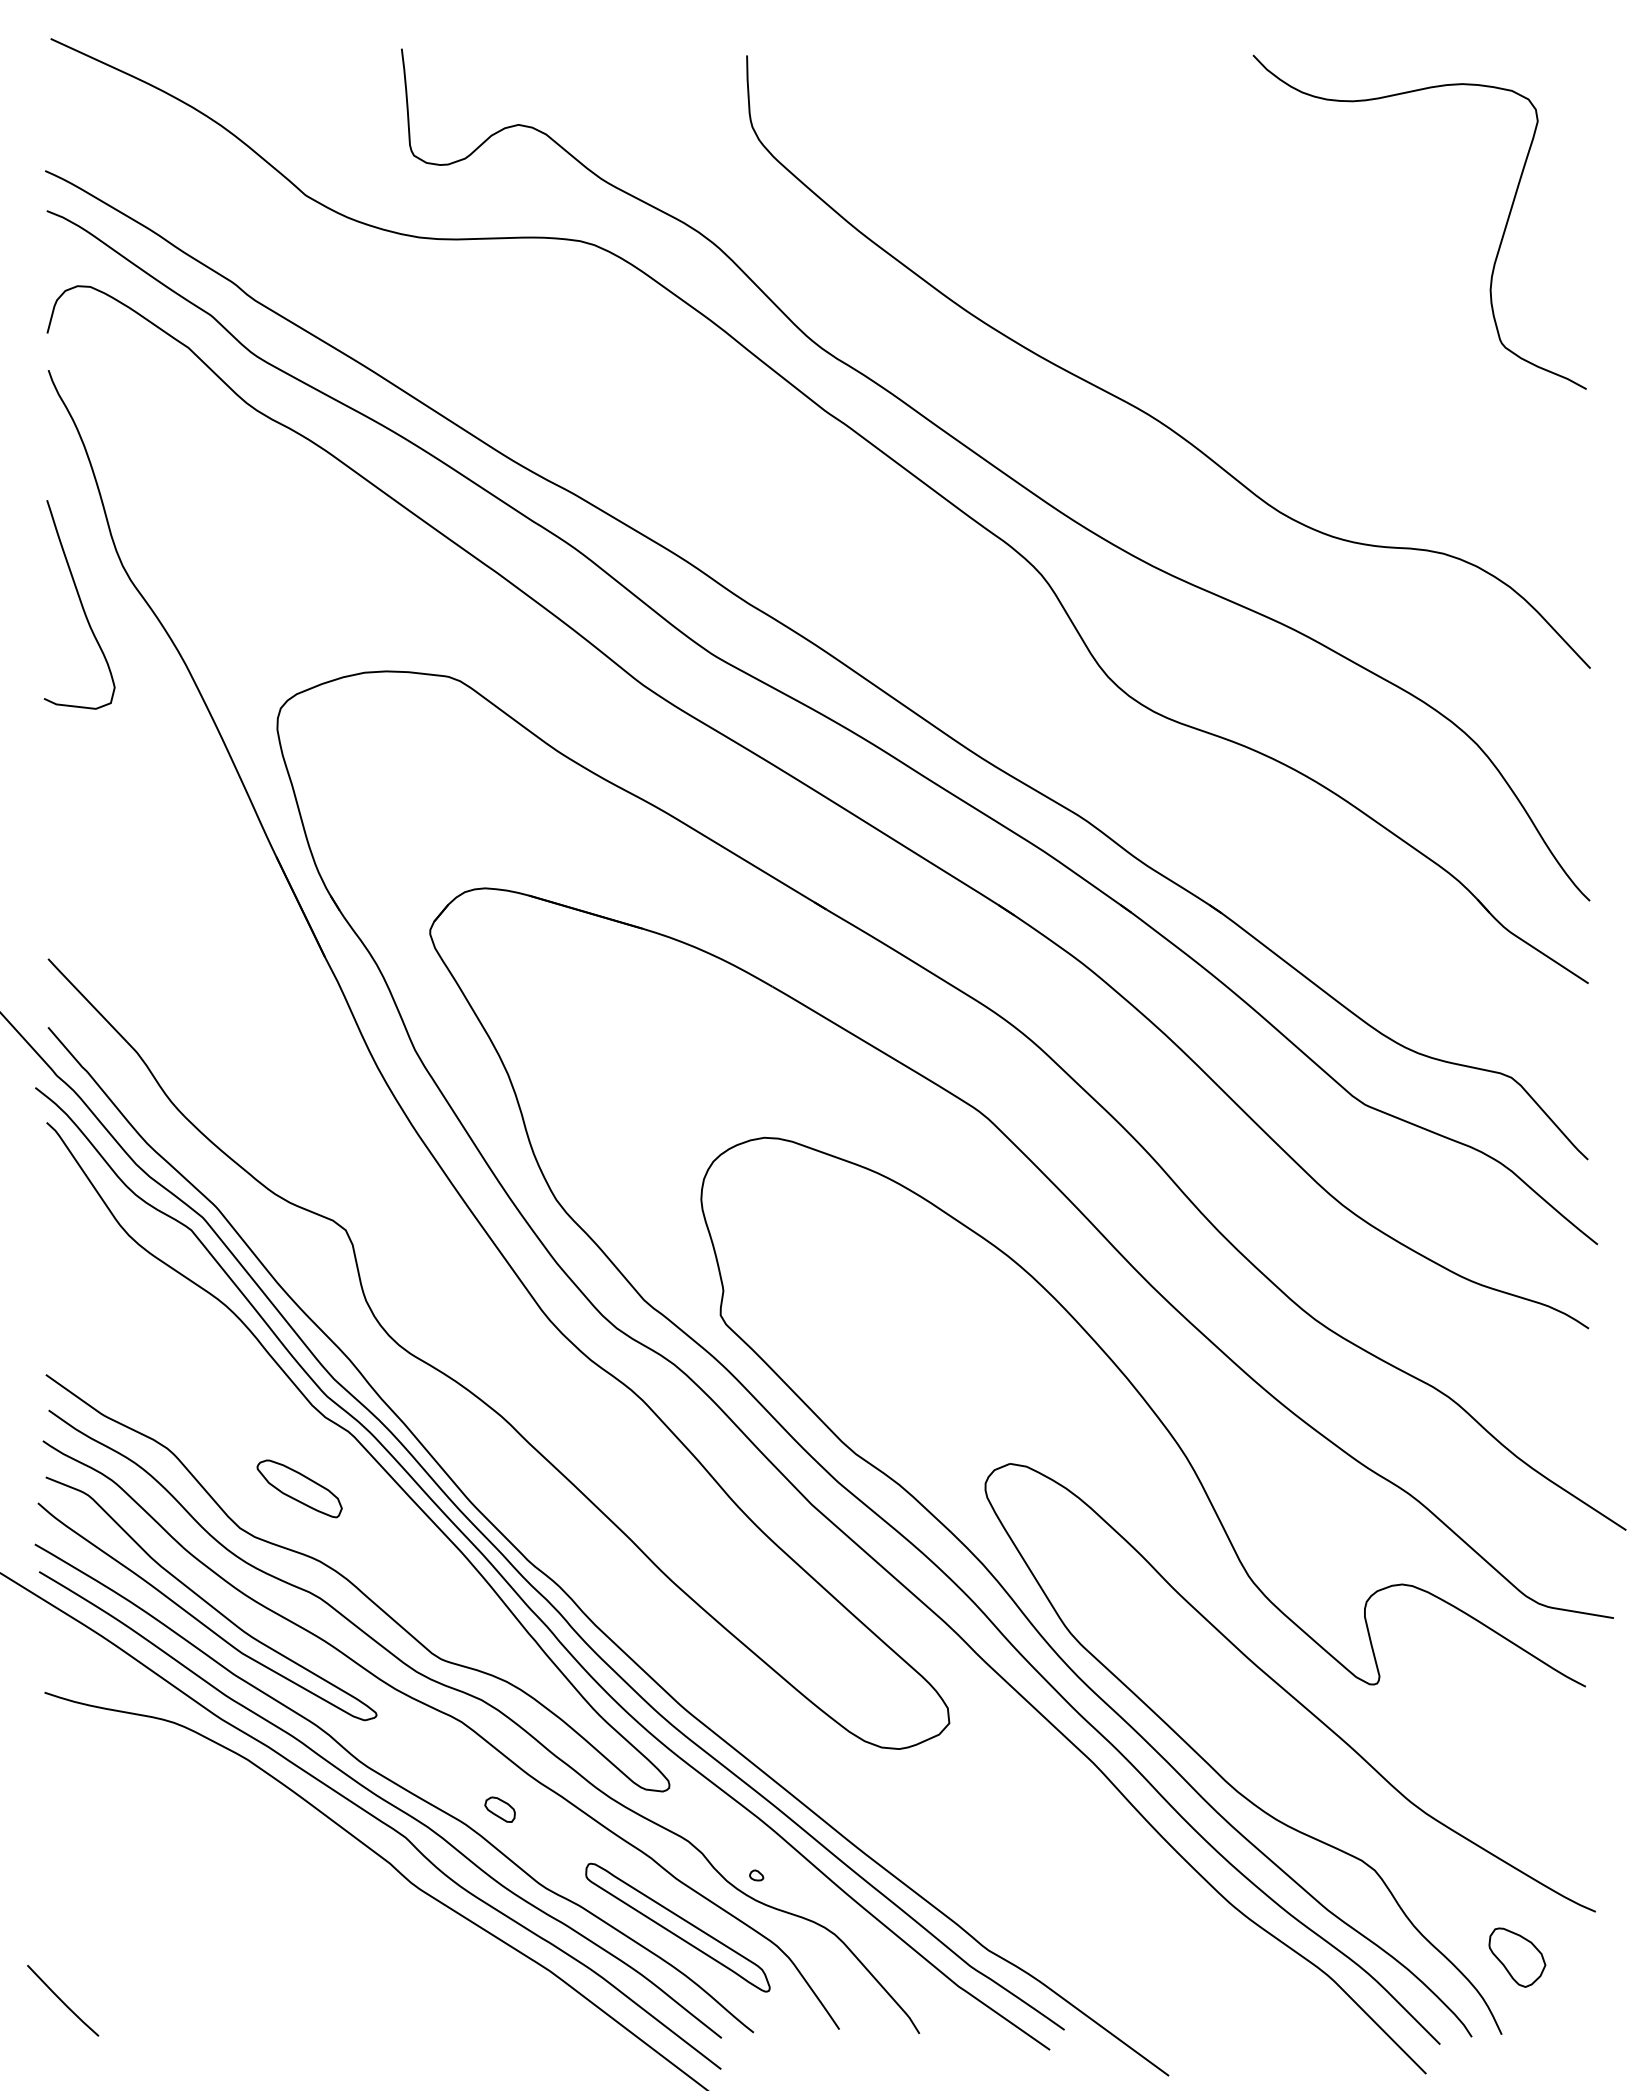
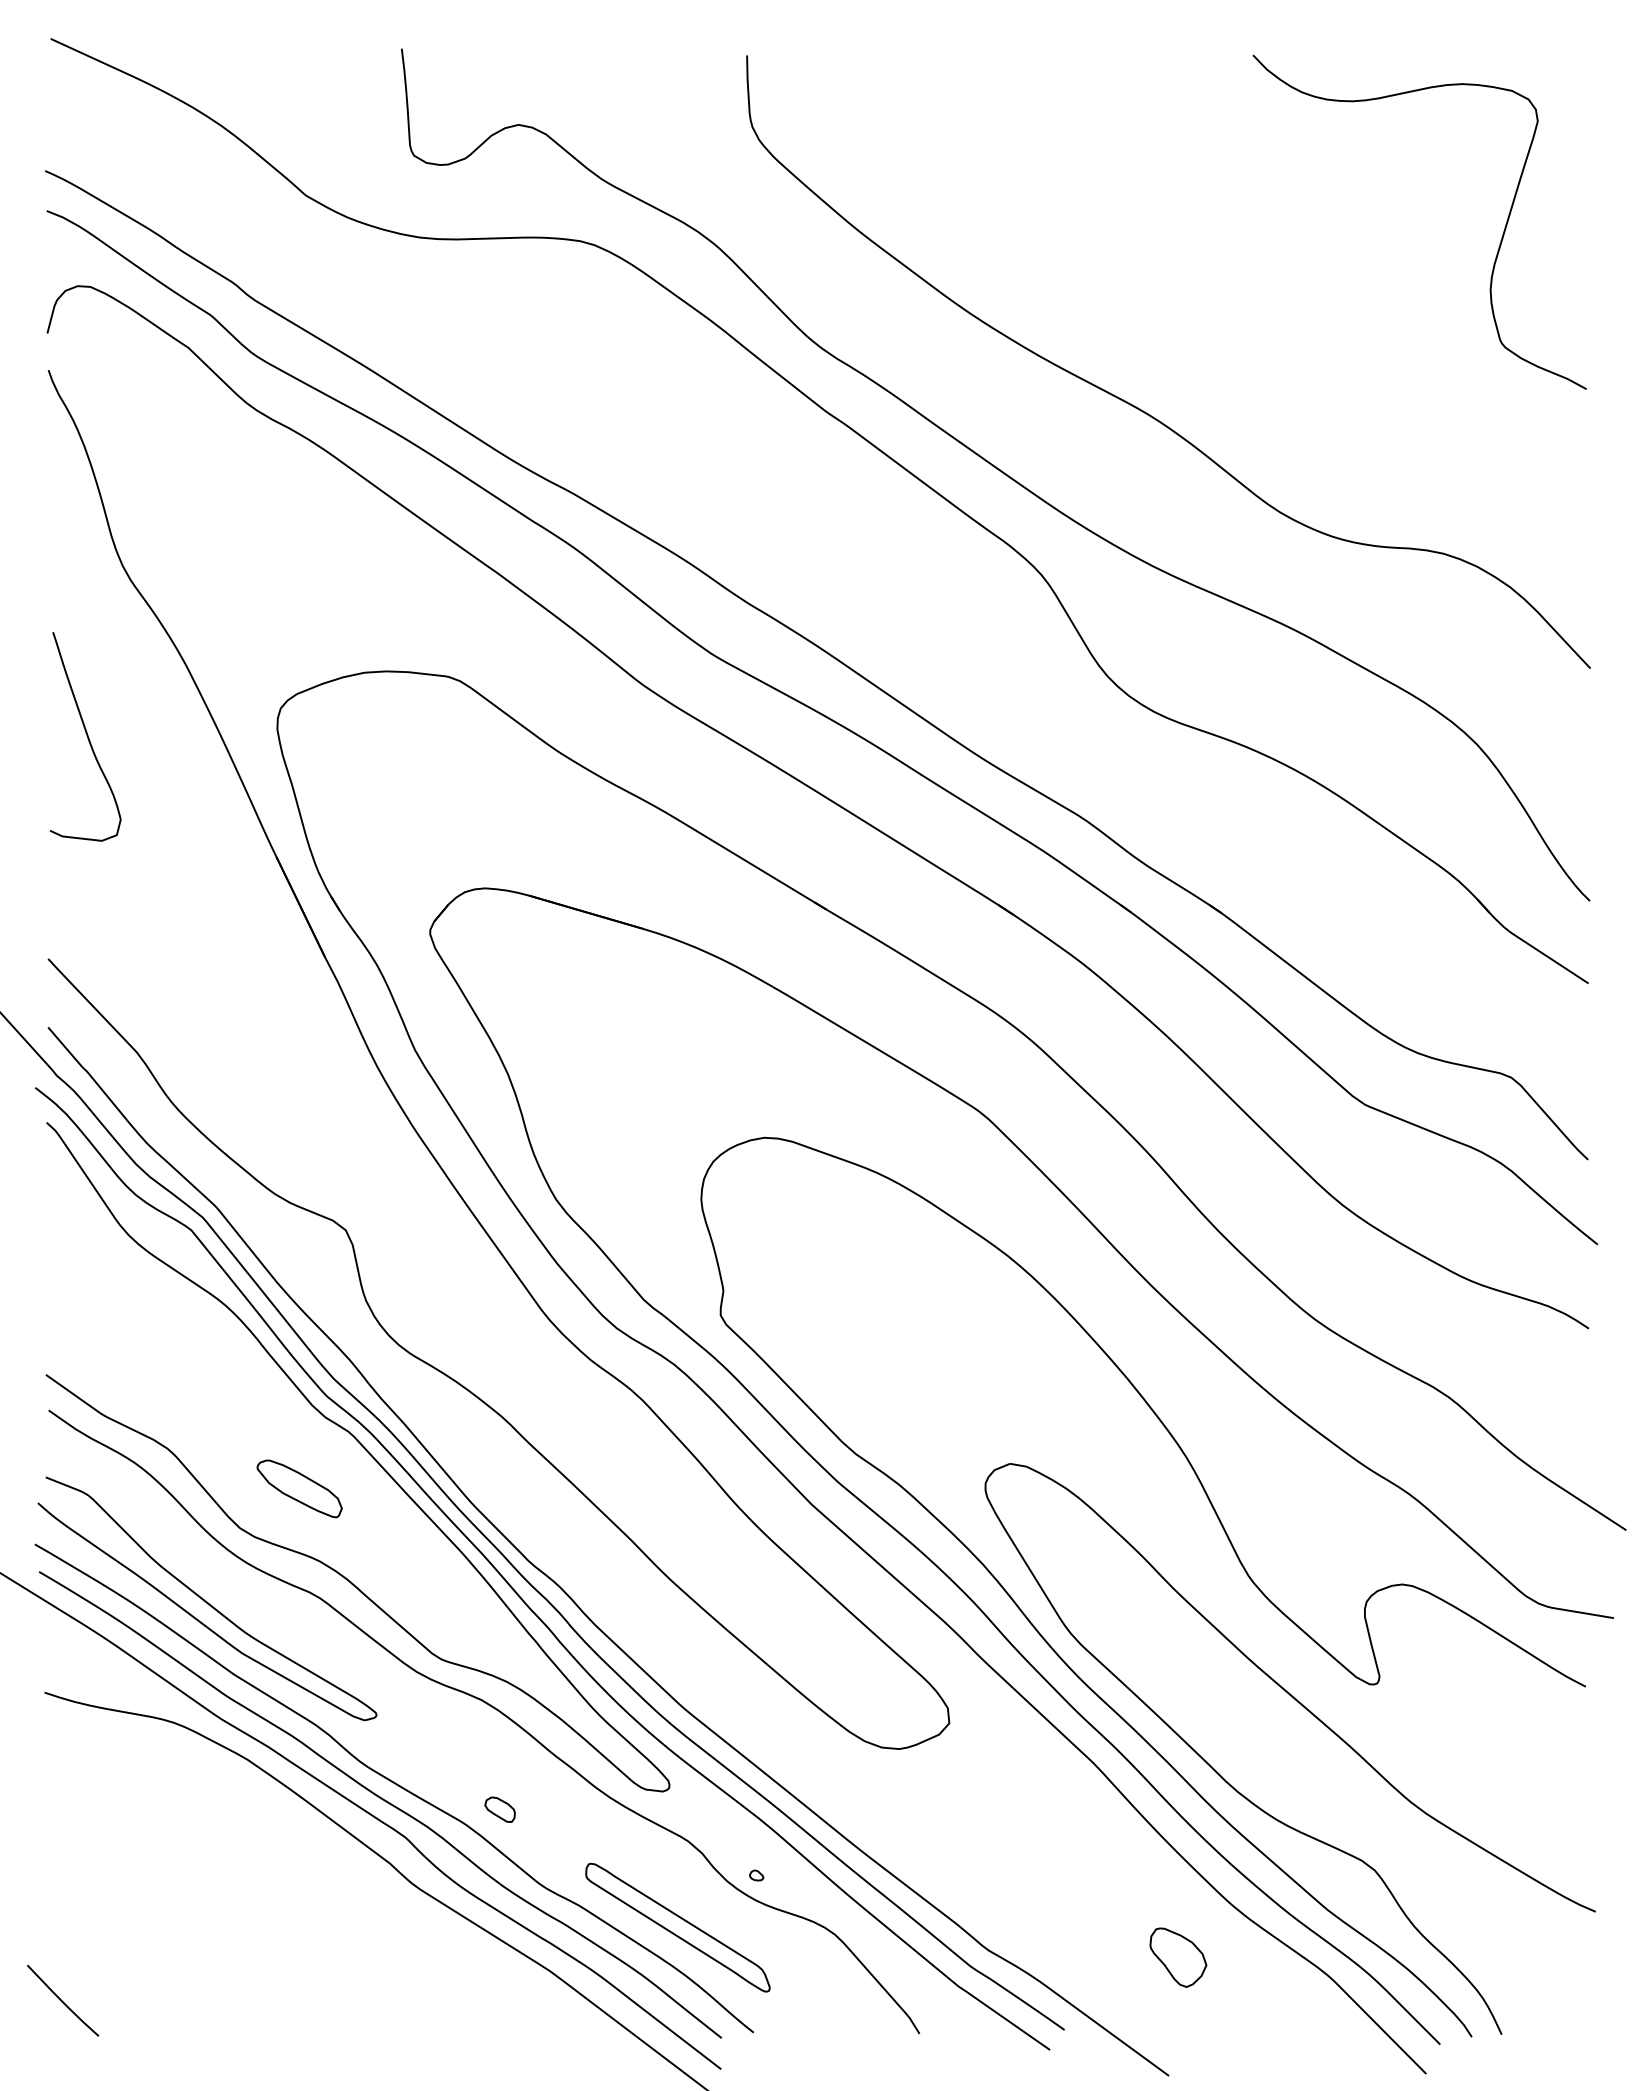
curve at (80, 604) position: (80, 604) -> (86, 736)
curve at (448, 1716): present -> none
part at (1517, 1957) position: (1517, 1957) -> (1178, 1957)
